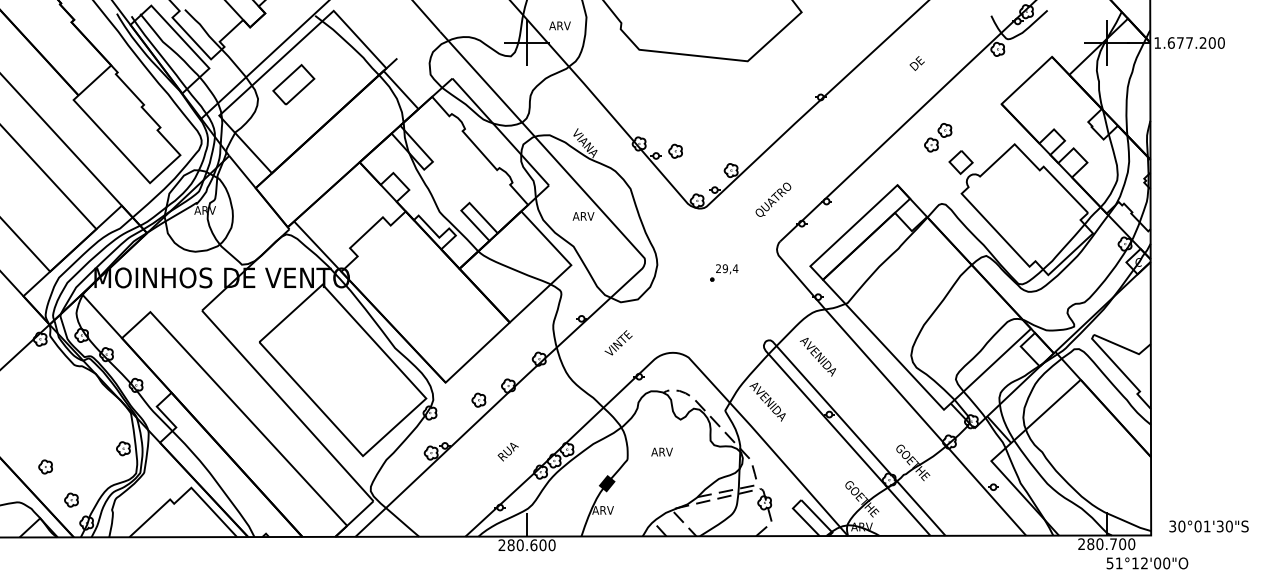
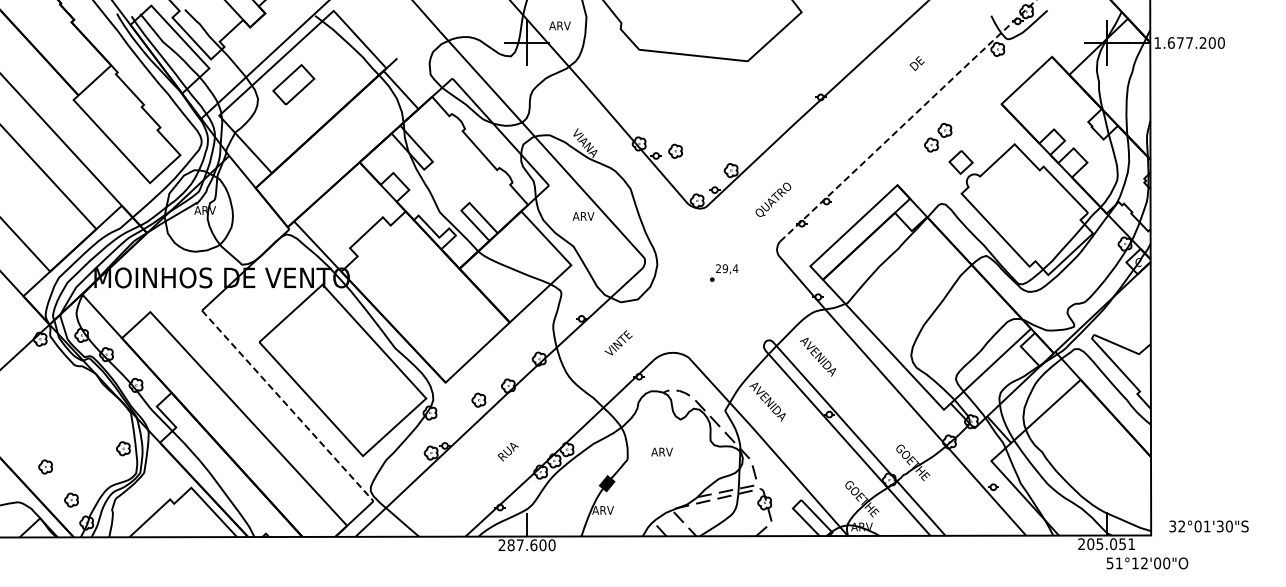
line at (908, 120): solid -> dashed
line at (288, 406): solid -> dashed
text at (1181, 526): 30°01'30"S -> 32°01'30"S
text at (1111, 544): 280.700 -> 205.051
text at (519, 545): 280.600 -> 287.600
